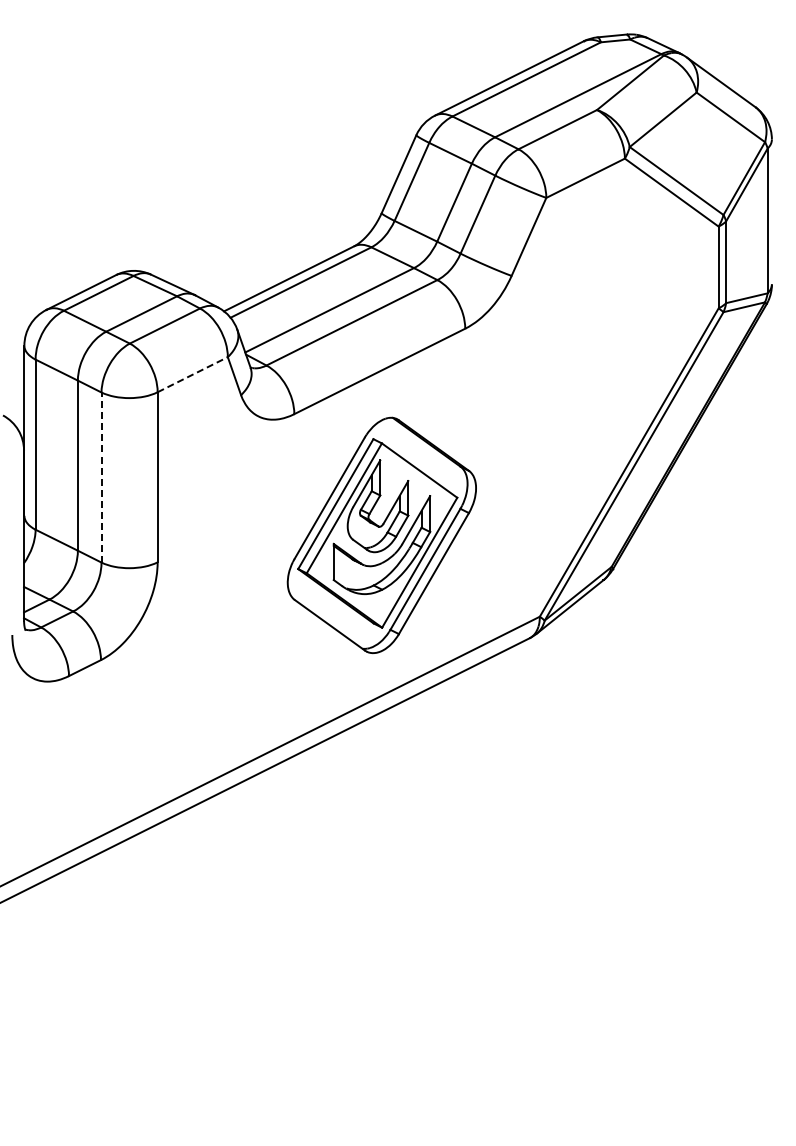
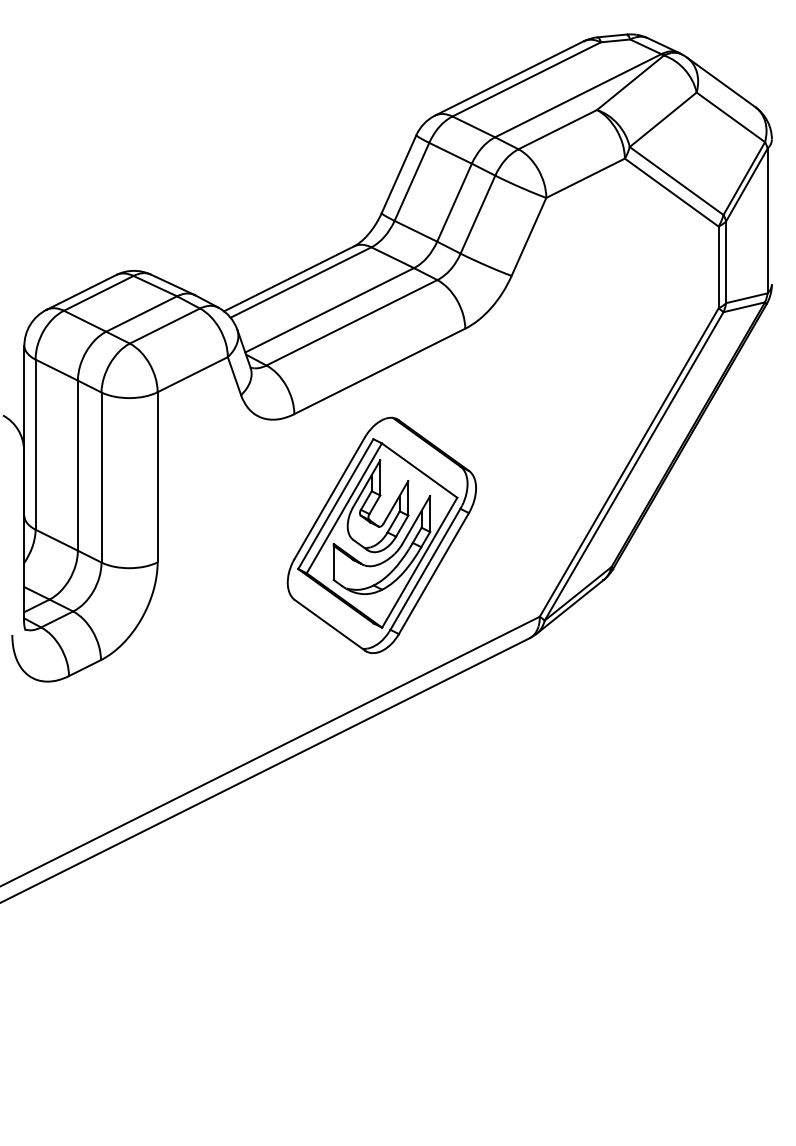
line at (193, 374): dashed -> solid
line at (101, 477): dashed -> solid
